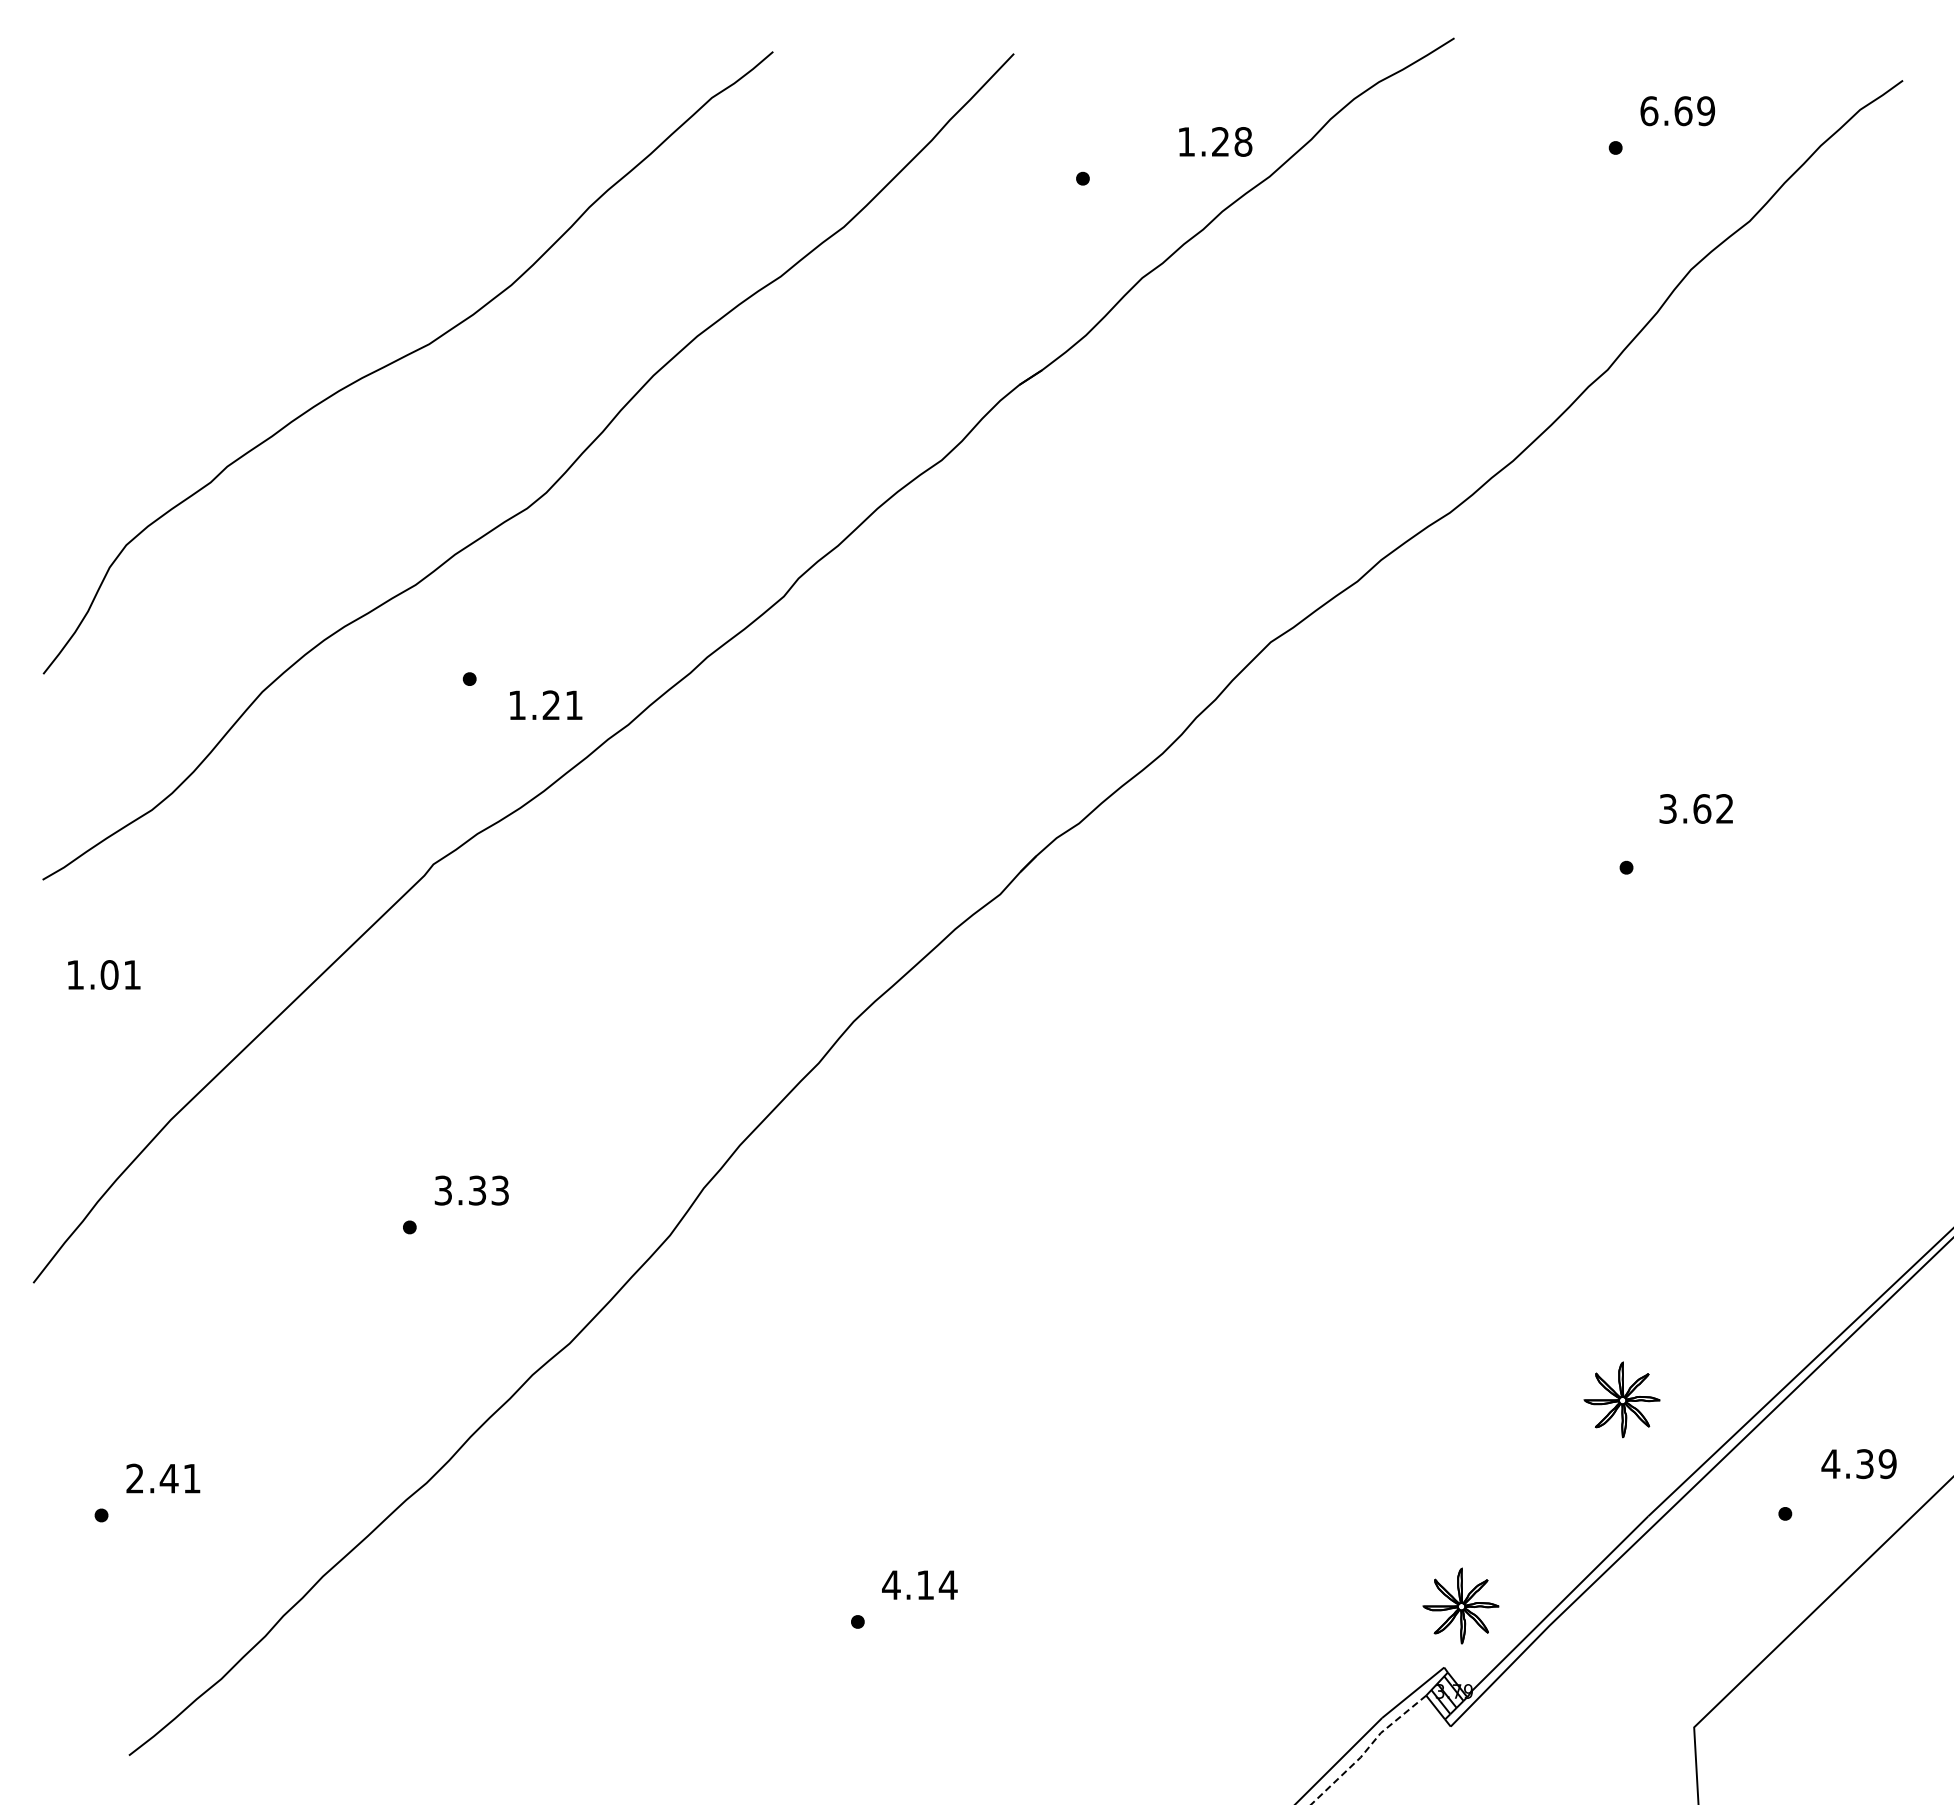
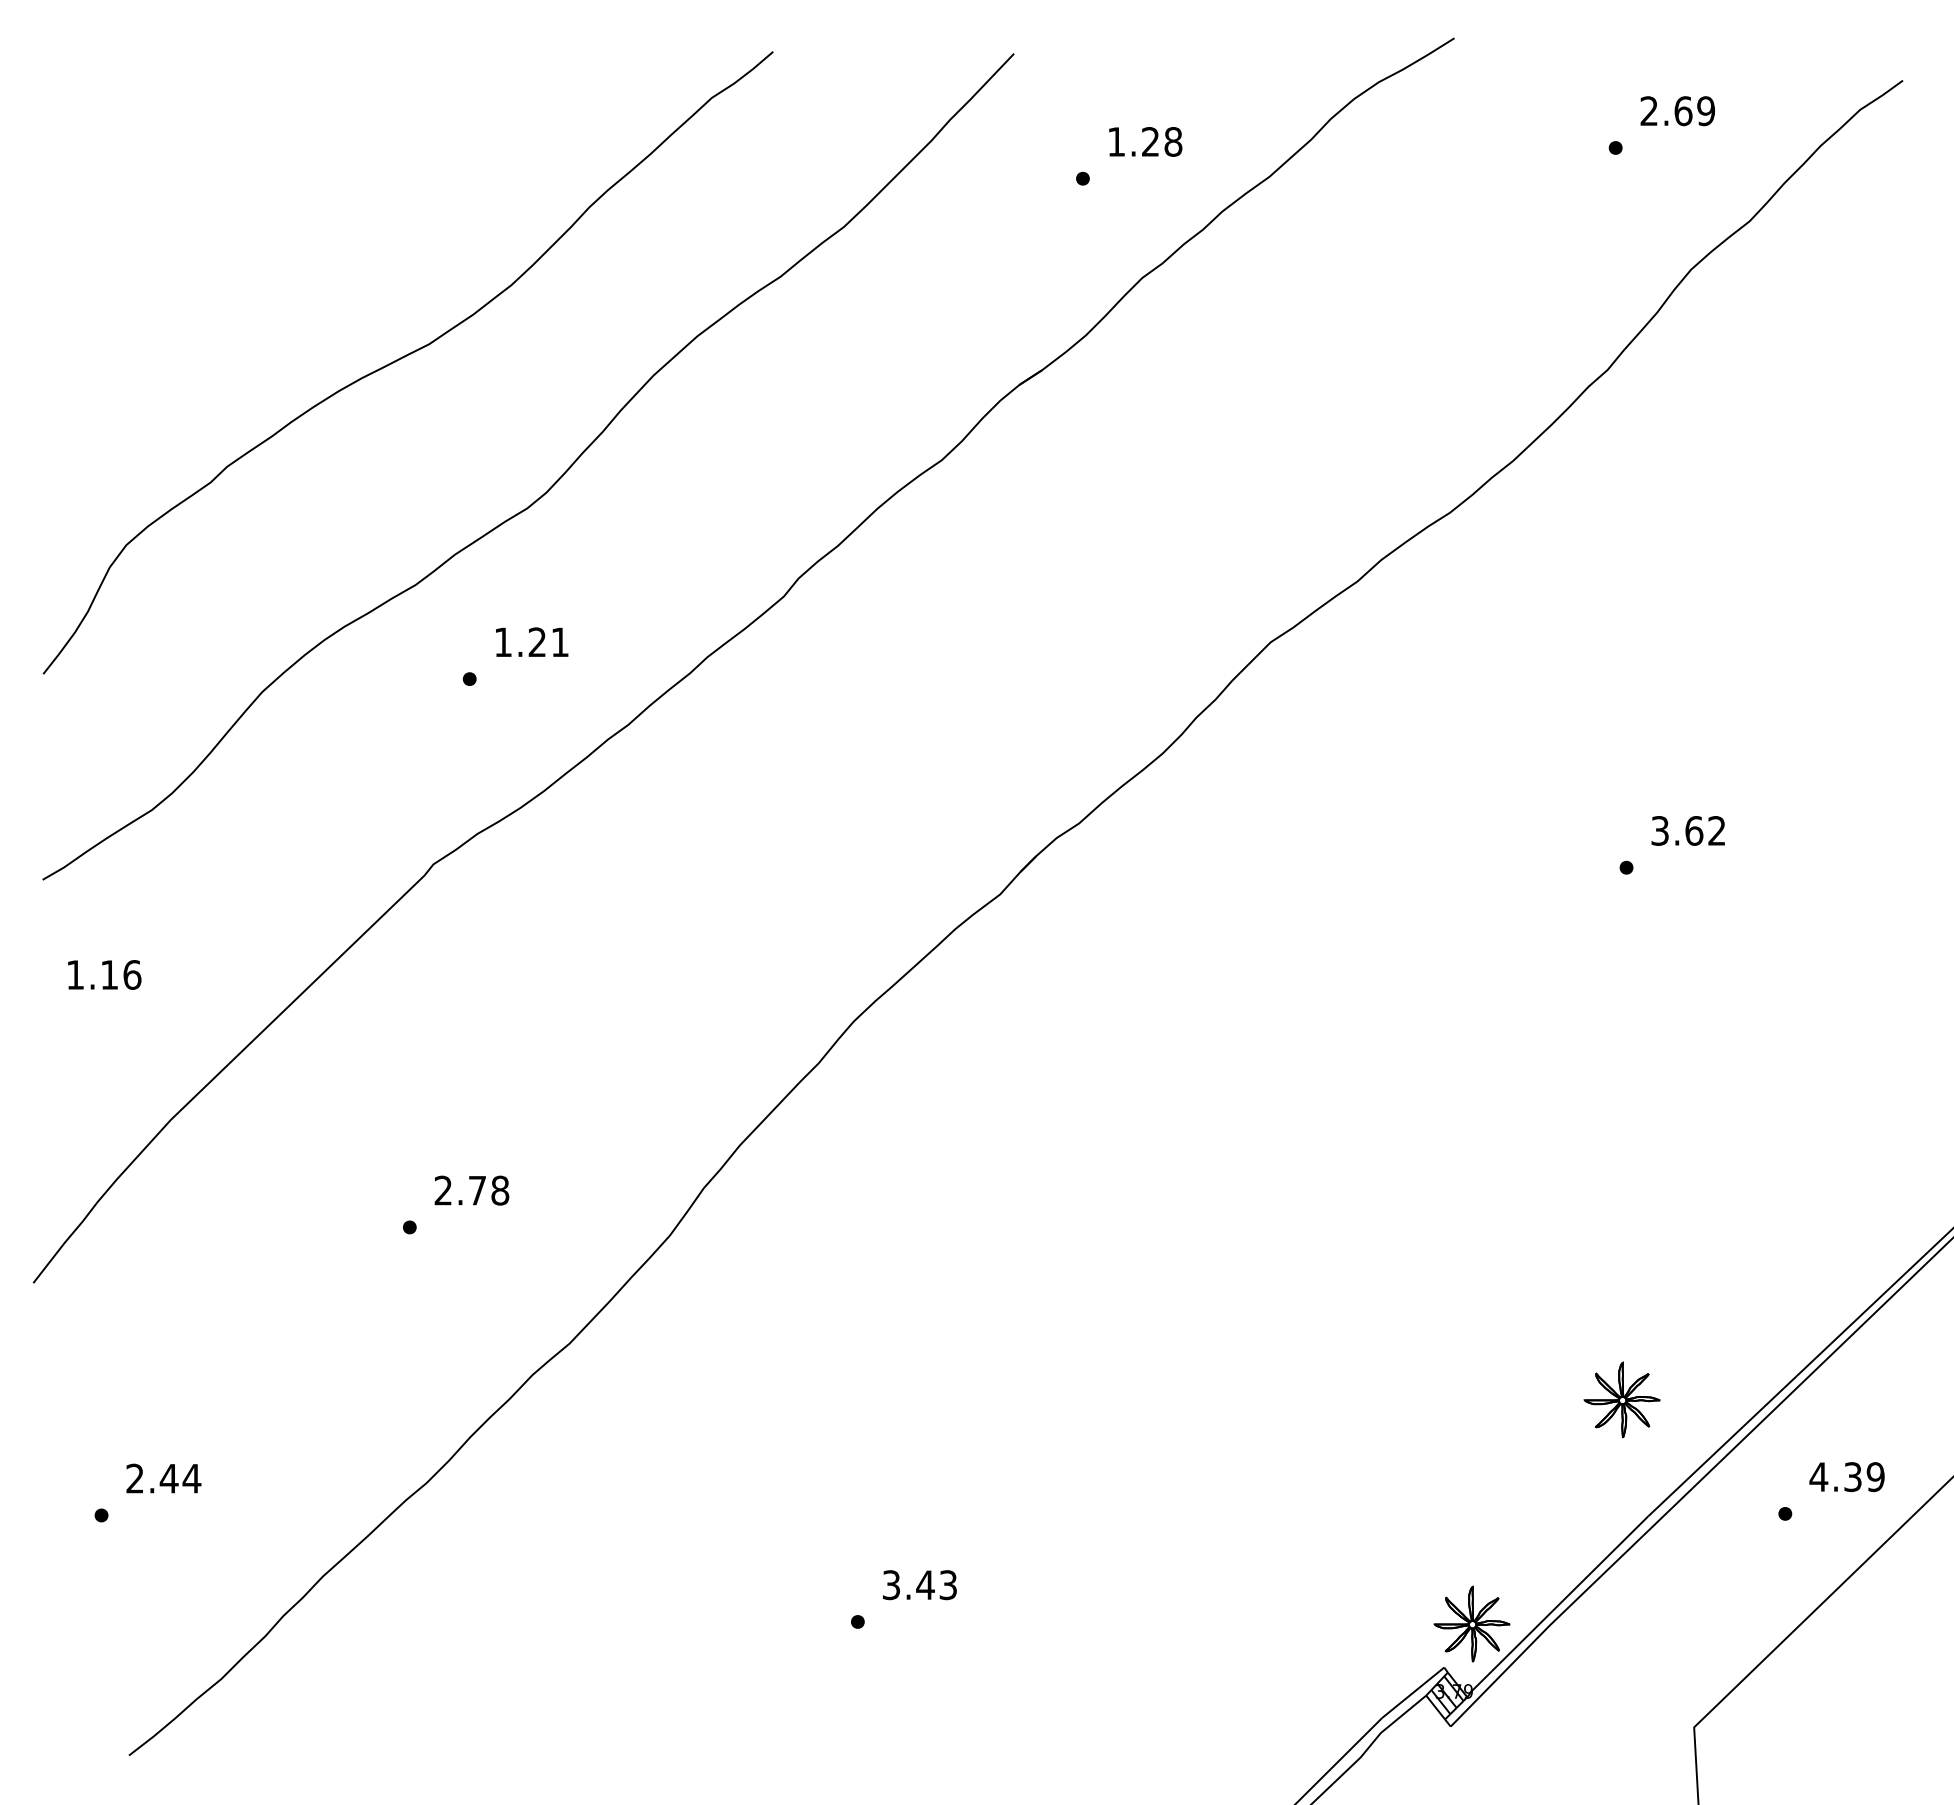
text at (1649, 111): 6.69 -> 2.69
text at (1215, 141) position: (1215, 141) -> (1145, 141)
text at (546, 704) position: (546, 704) -> (532, 641)
text at (1695, 808) position: (1695, 808) -> (1687, 830)
text at (120, 974): 1.01 -> 1.16
text at (471, 1190): 3.33 -> 2.78
text at (1858, 1464) position: (1858, 1464) -> (1846, 1477)
text at (191, 1478): 2.41 -> 2.44
text at (919, 1585): 4.14 -> 3.43
part at (1460, 1605) position: (1460, 1605) -> (1471, 1623)
line at (1367, 1749): dashed -> solid
